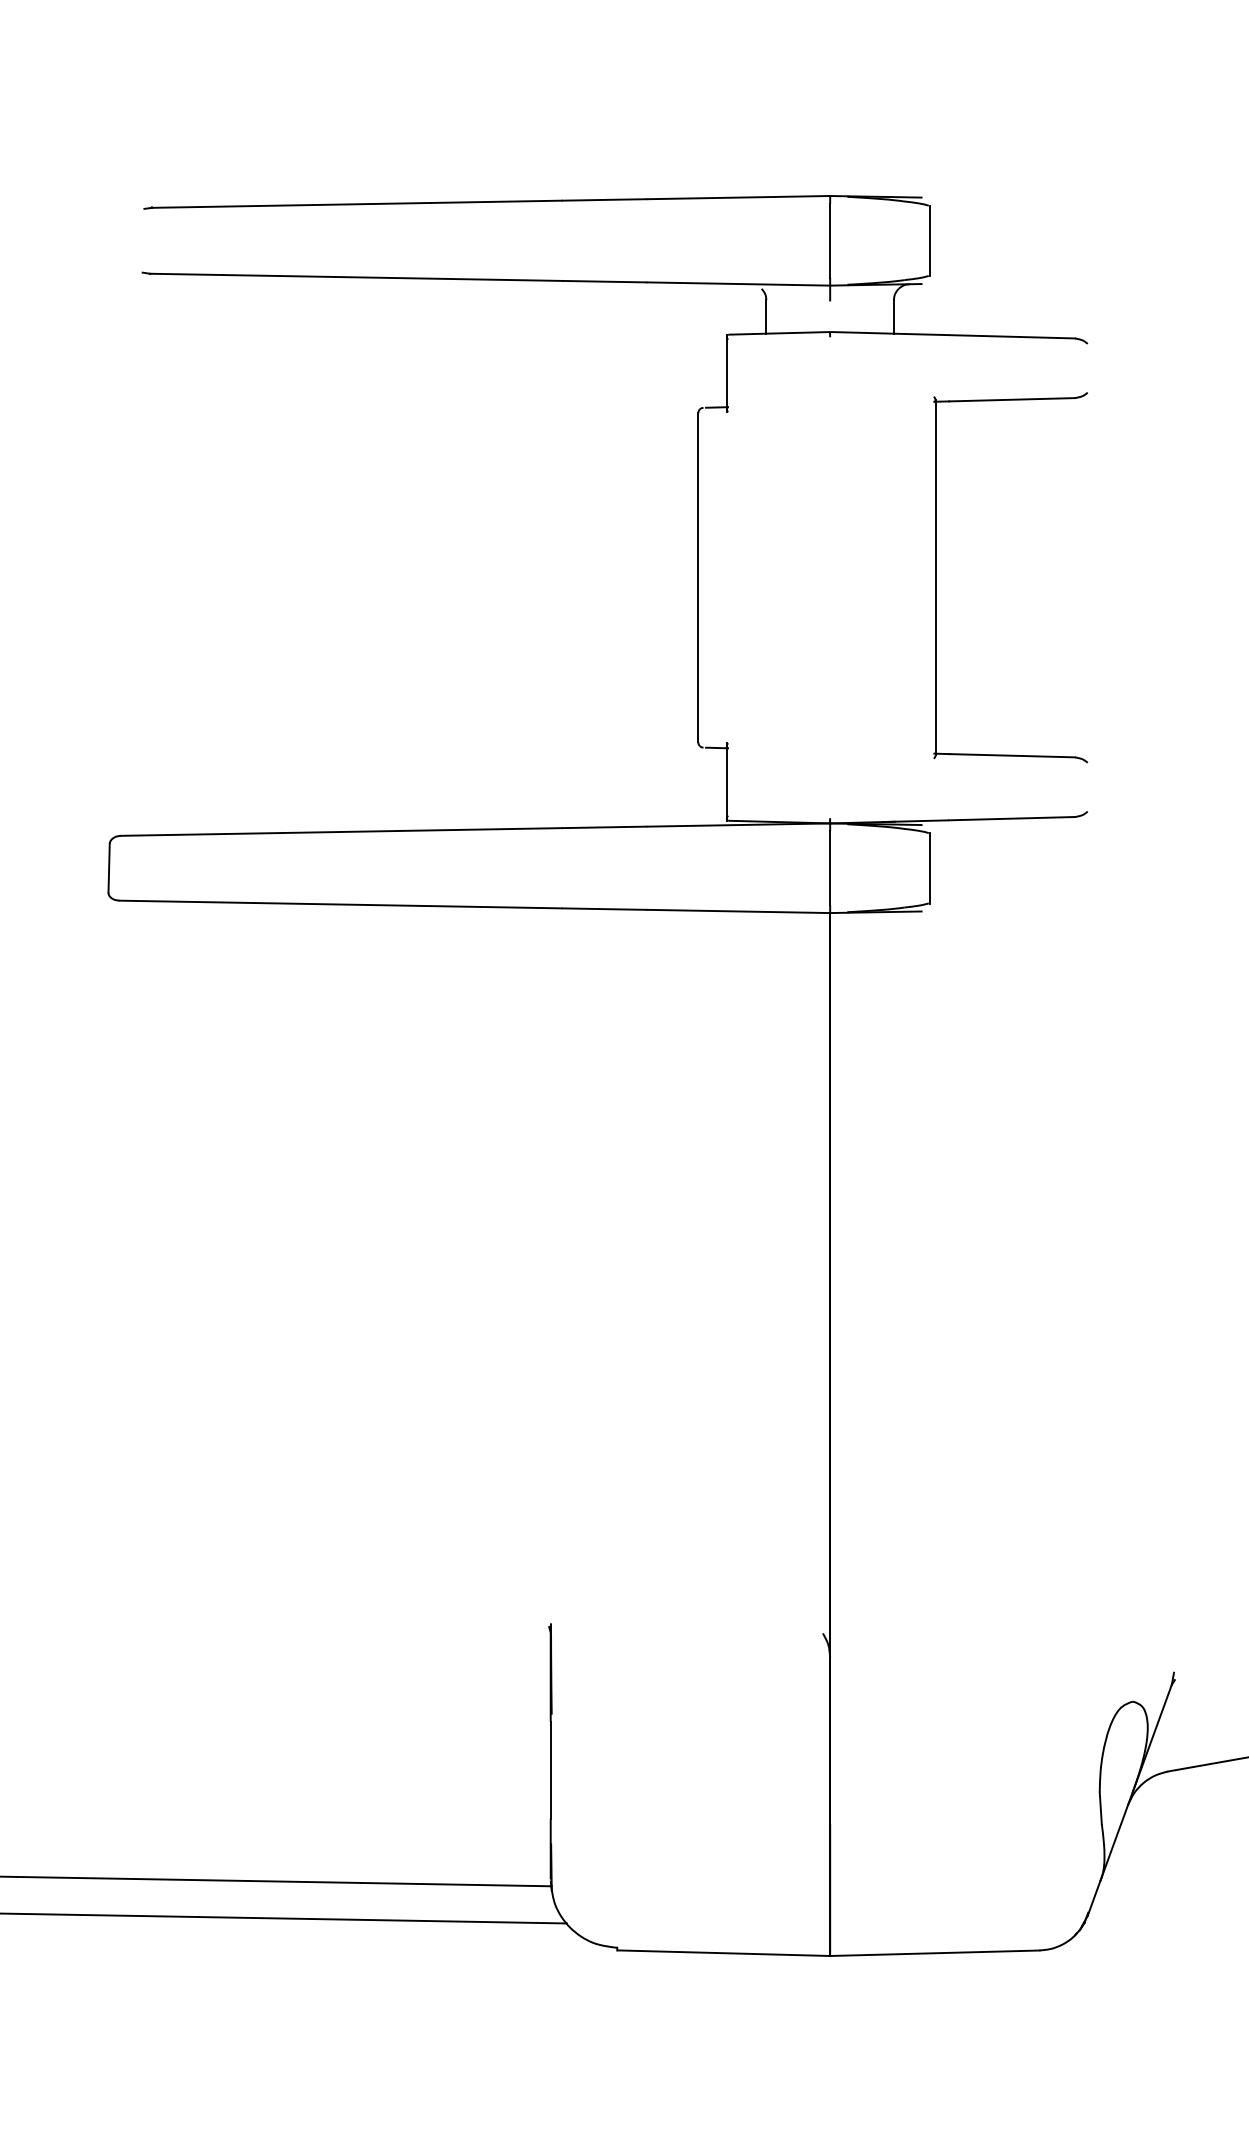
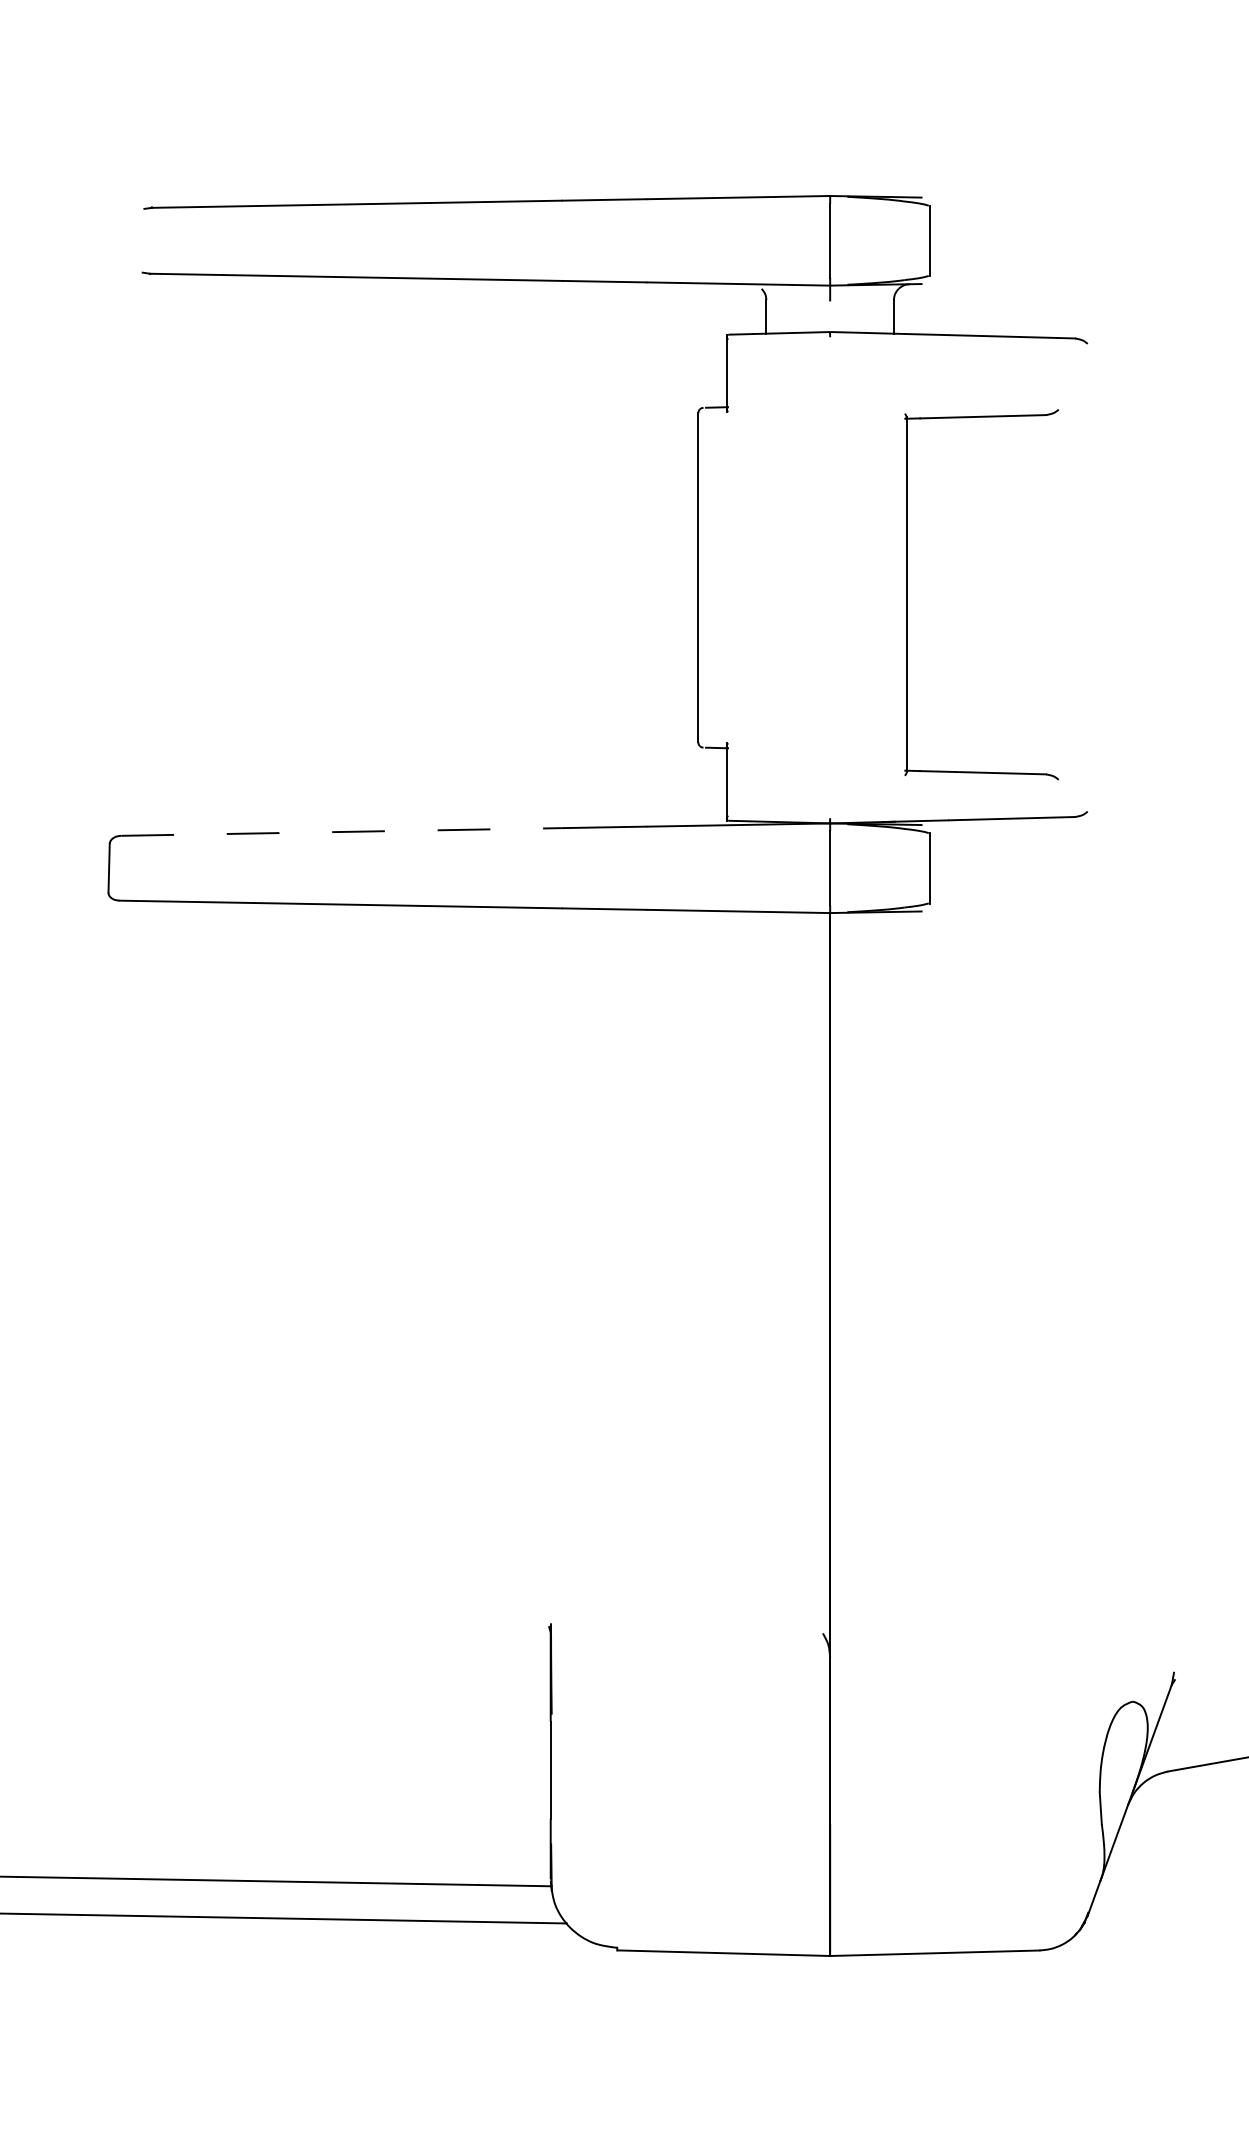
part at (936, 577) position: (936, 577) -> (907, 594)
line at (342, 831): solid -> dashed
